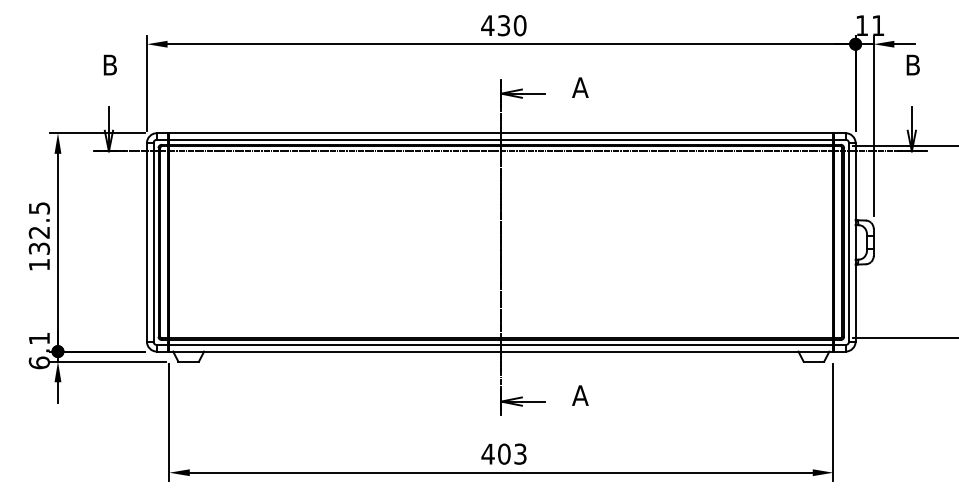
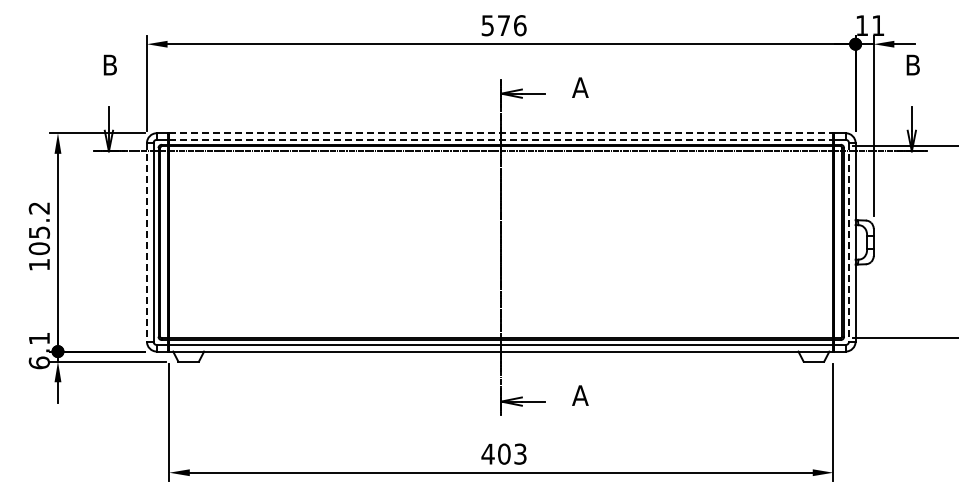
text at (503, 25): 430 -> 576
line at (501, 133): solid -> dashed
line at (501, 139): solid -> dashed
text at (39, 228): 132.5 -> 105.2
line at (146, 242): solid -> dashed
line at (849, 242): solid -> dashed
